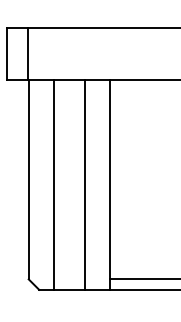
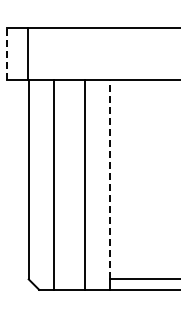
line at (6, 53): solid -> dashed
line at (110, 179): solid -> dashed
